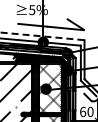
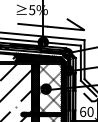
line at (42, 36): dashed -> solid
